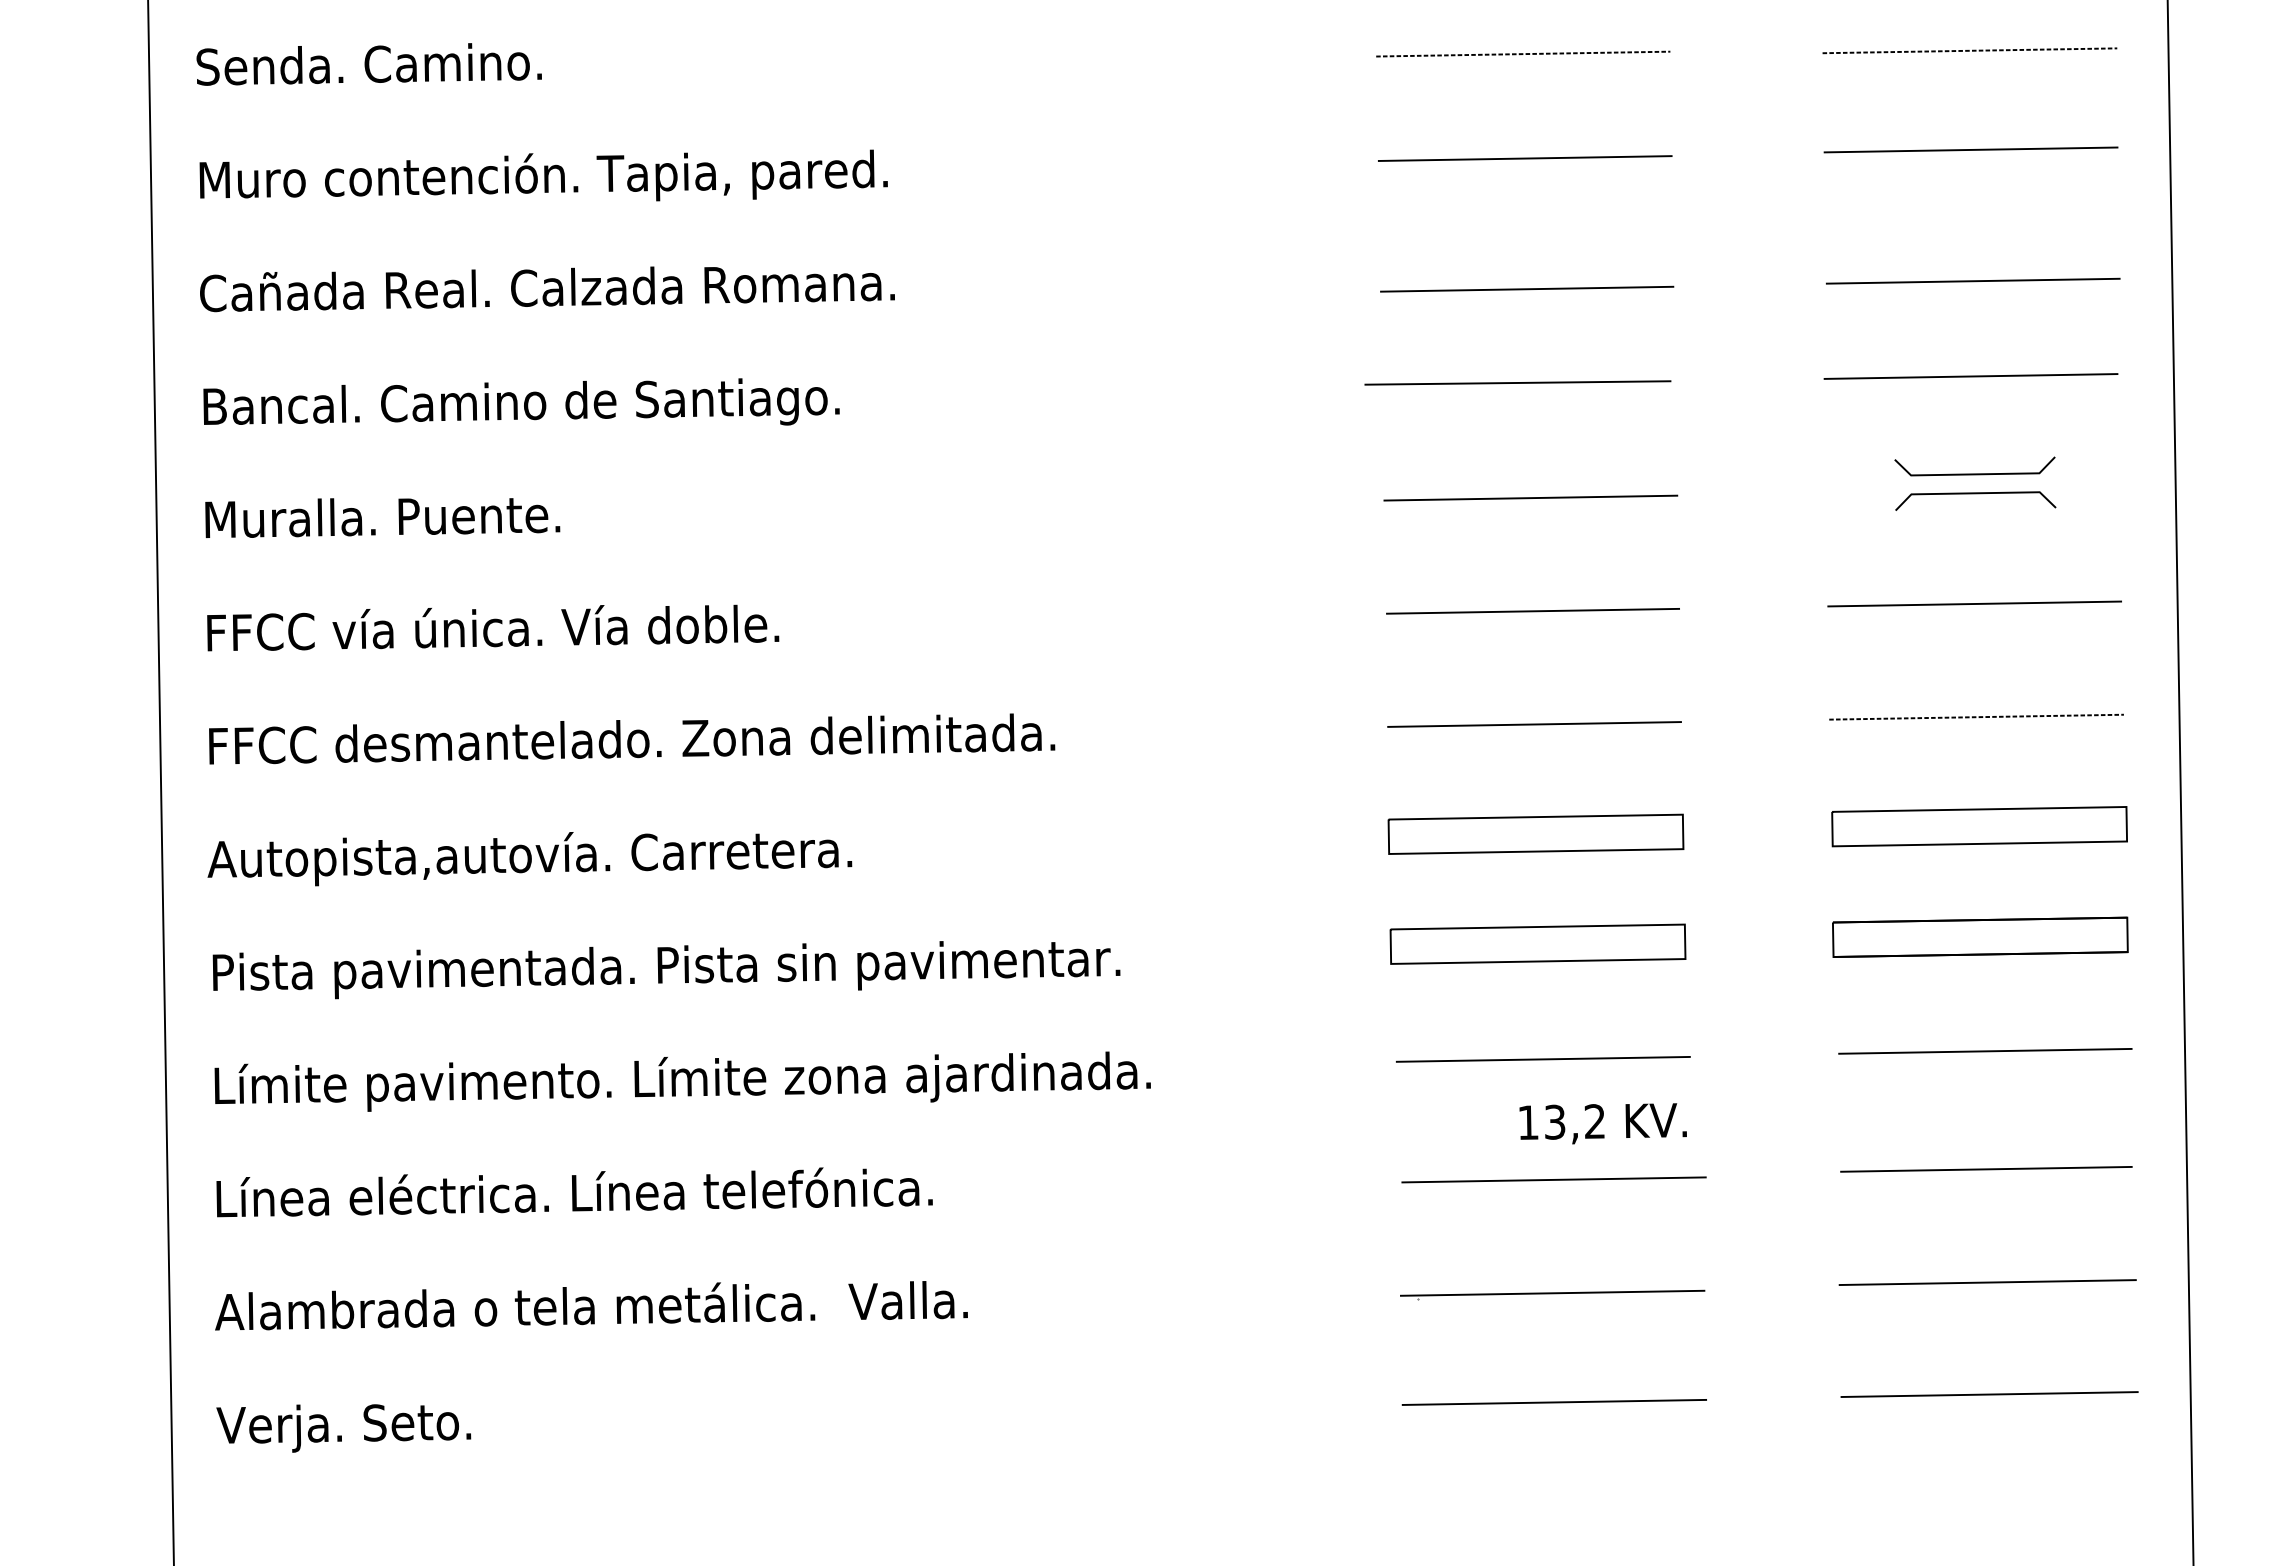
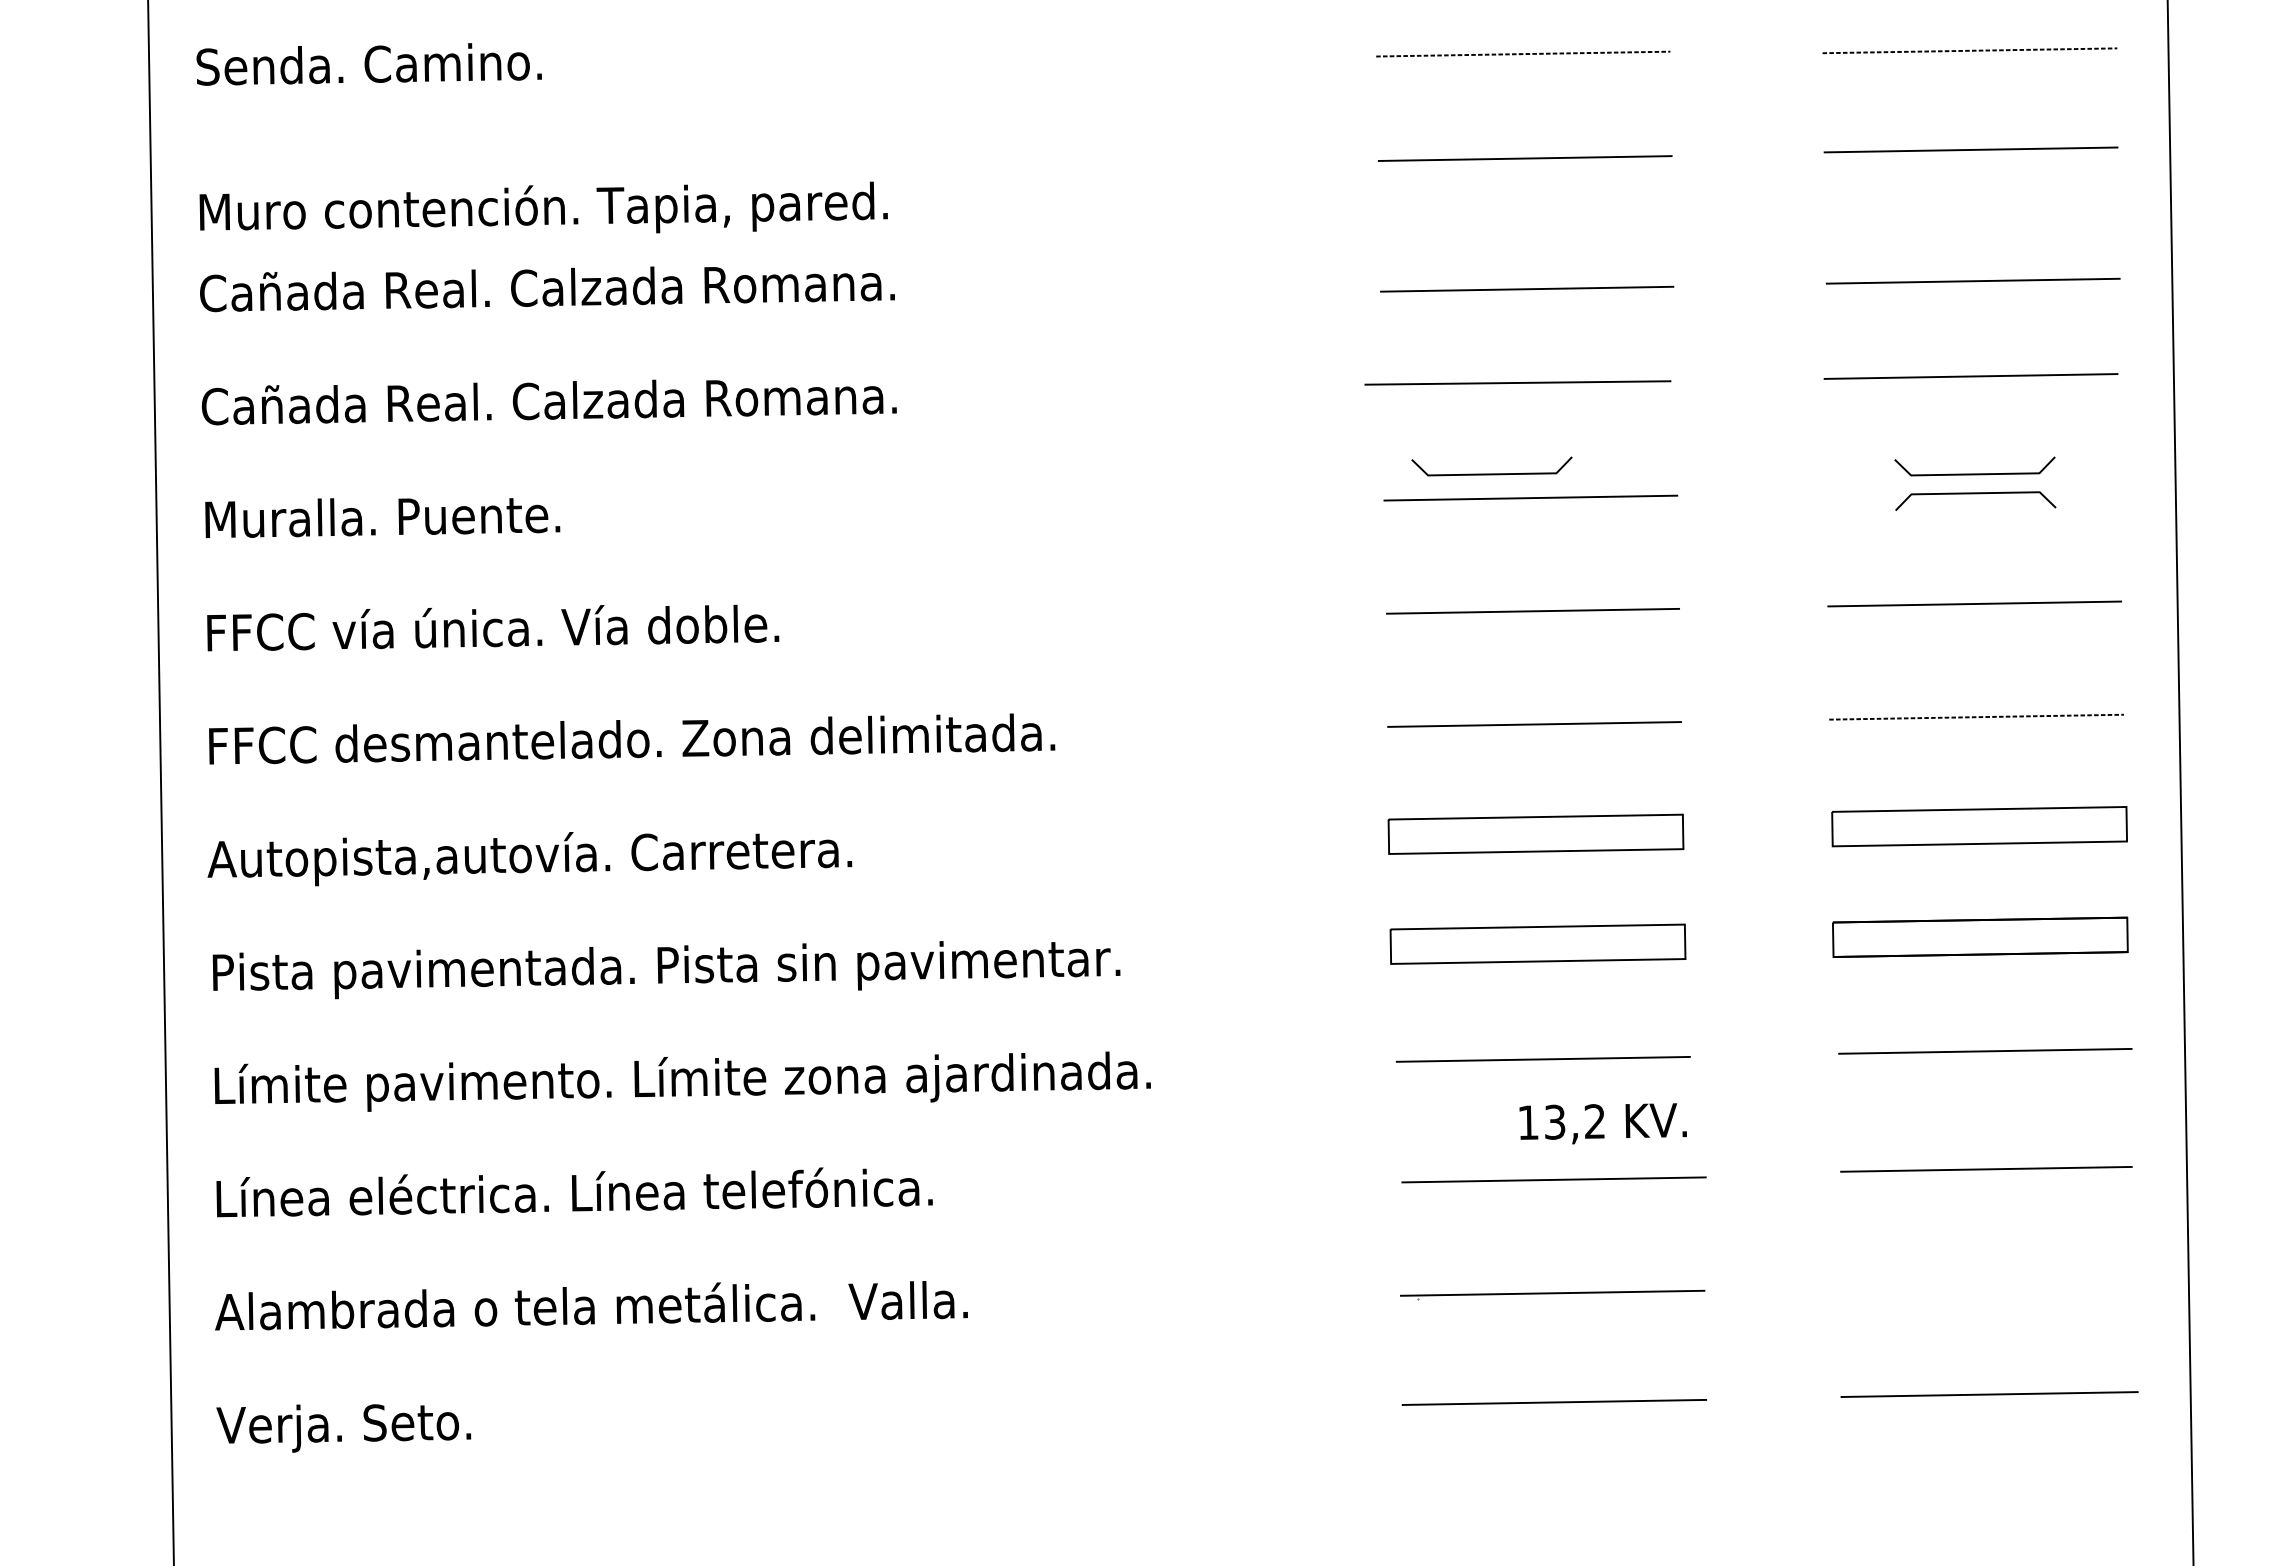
text at (543, 175) position: (543, 175) -> (543, 207)
text at (548, 401): Bancal. Camino de Santiago. -> Cañada Real. Calzada Romana.
line at (1491, 473): none -> present
line at (1987, 1282): present -> none
